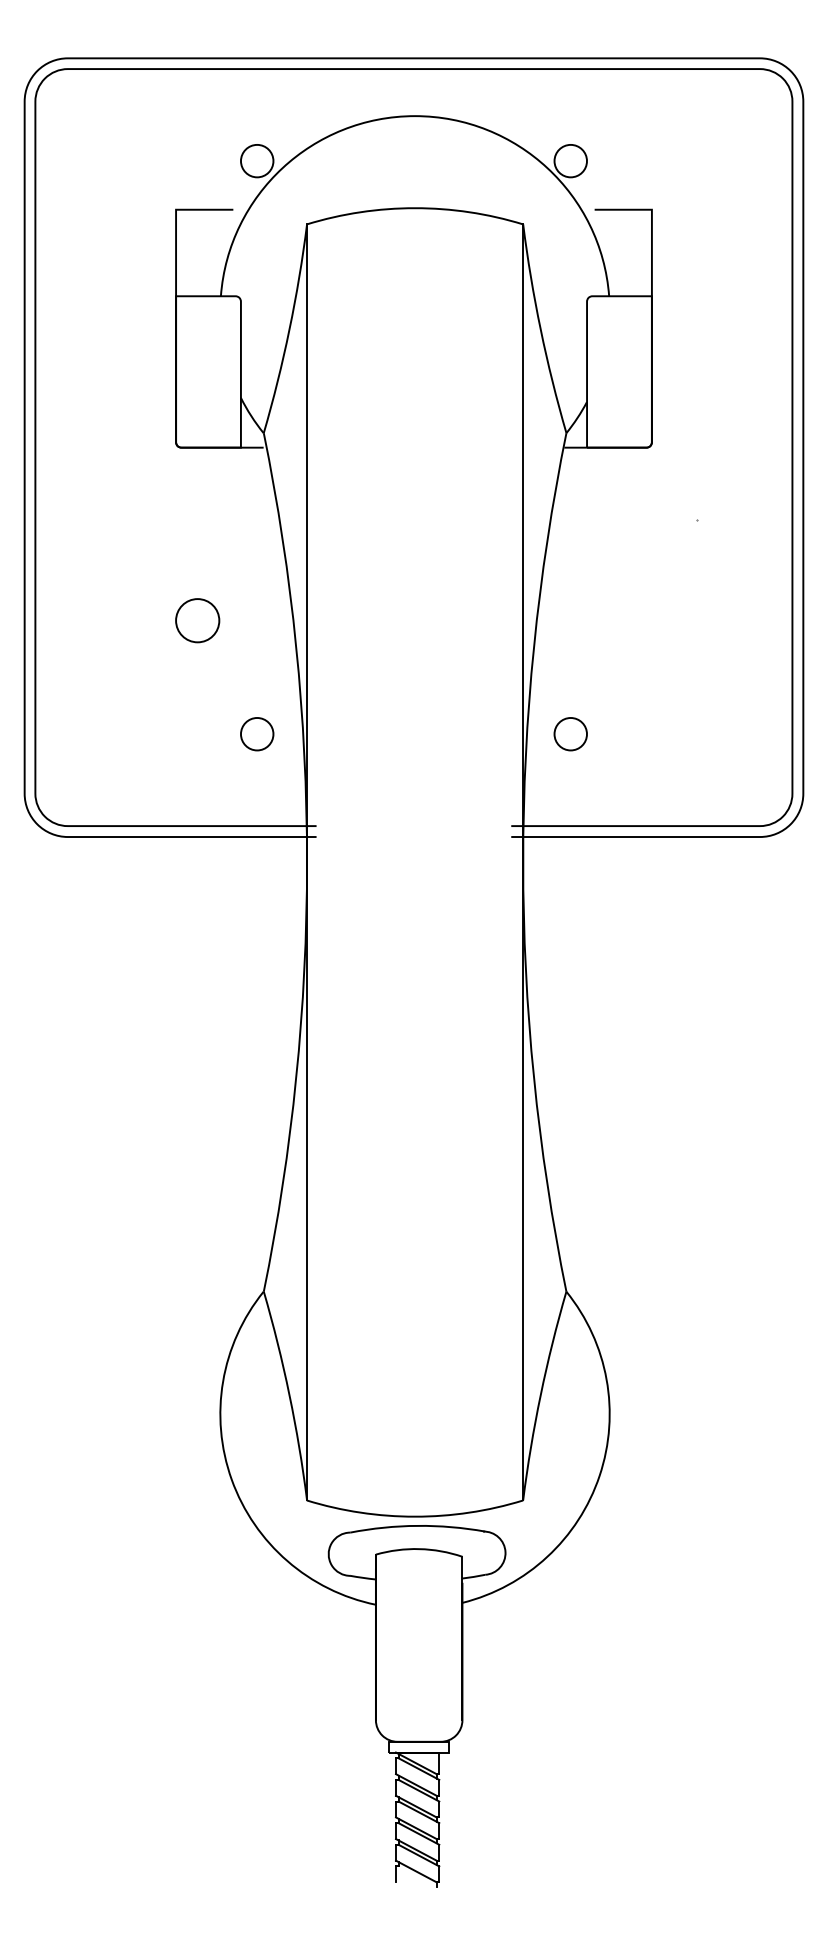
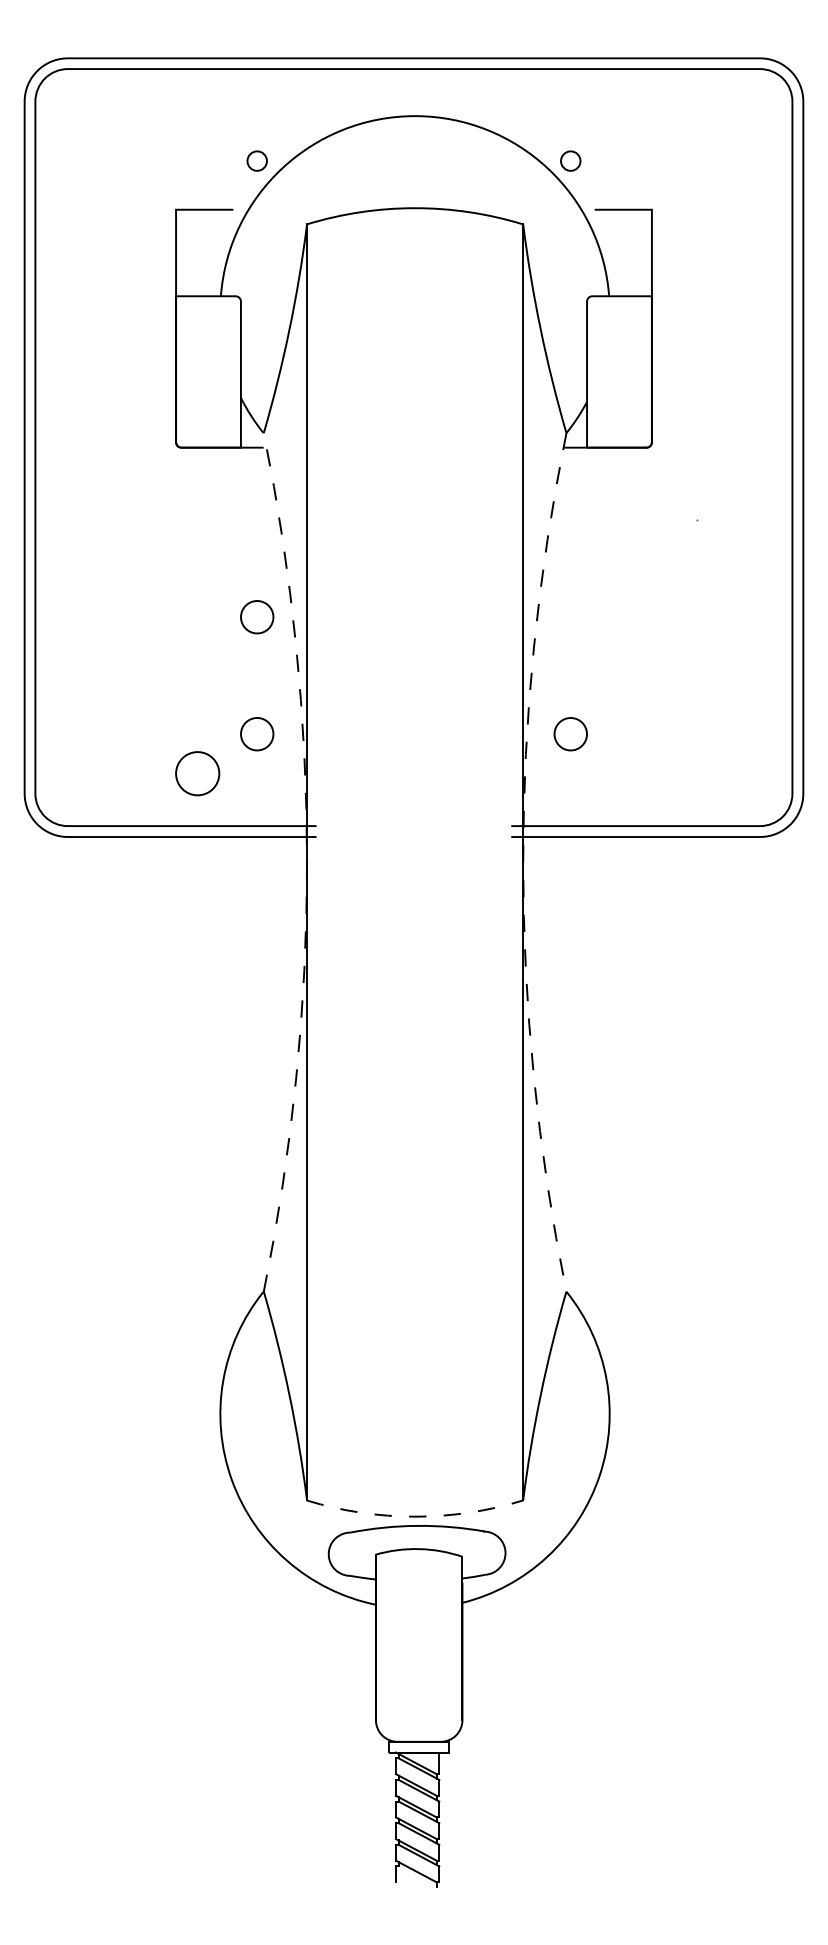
circle at (257, 160) diameter: 32 px -> 19 px
circle at (570, 160) diameter: 32 px -> 19 px
circle at (257, 617): none -> present
circle at (197, 620) position: (197, 620) -> (197, 773)
arc at (307, 862): solid -> dashed
arc at (523, 862): solid -> dashed
arc at (415, 1516): solid -> dashed
